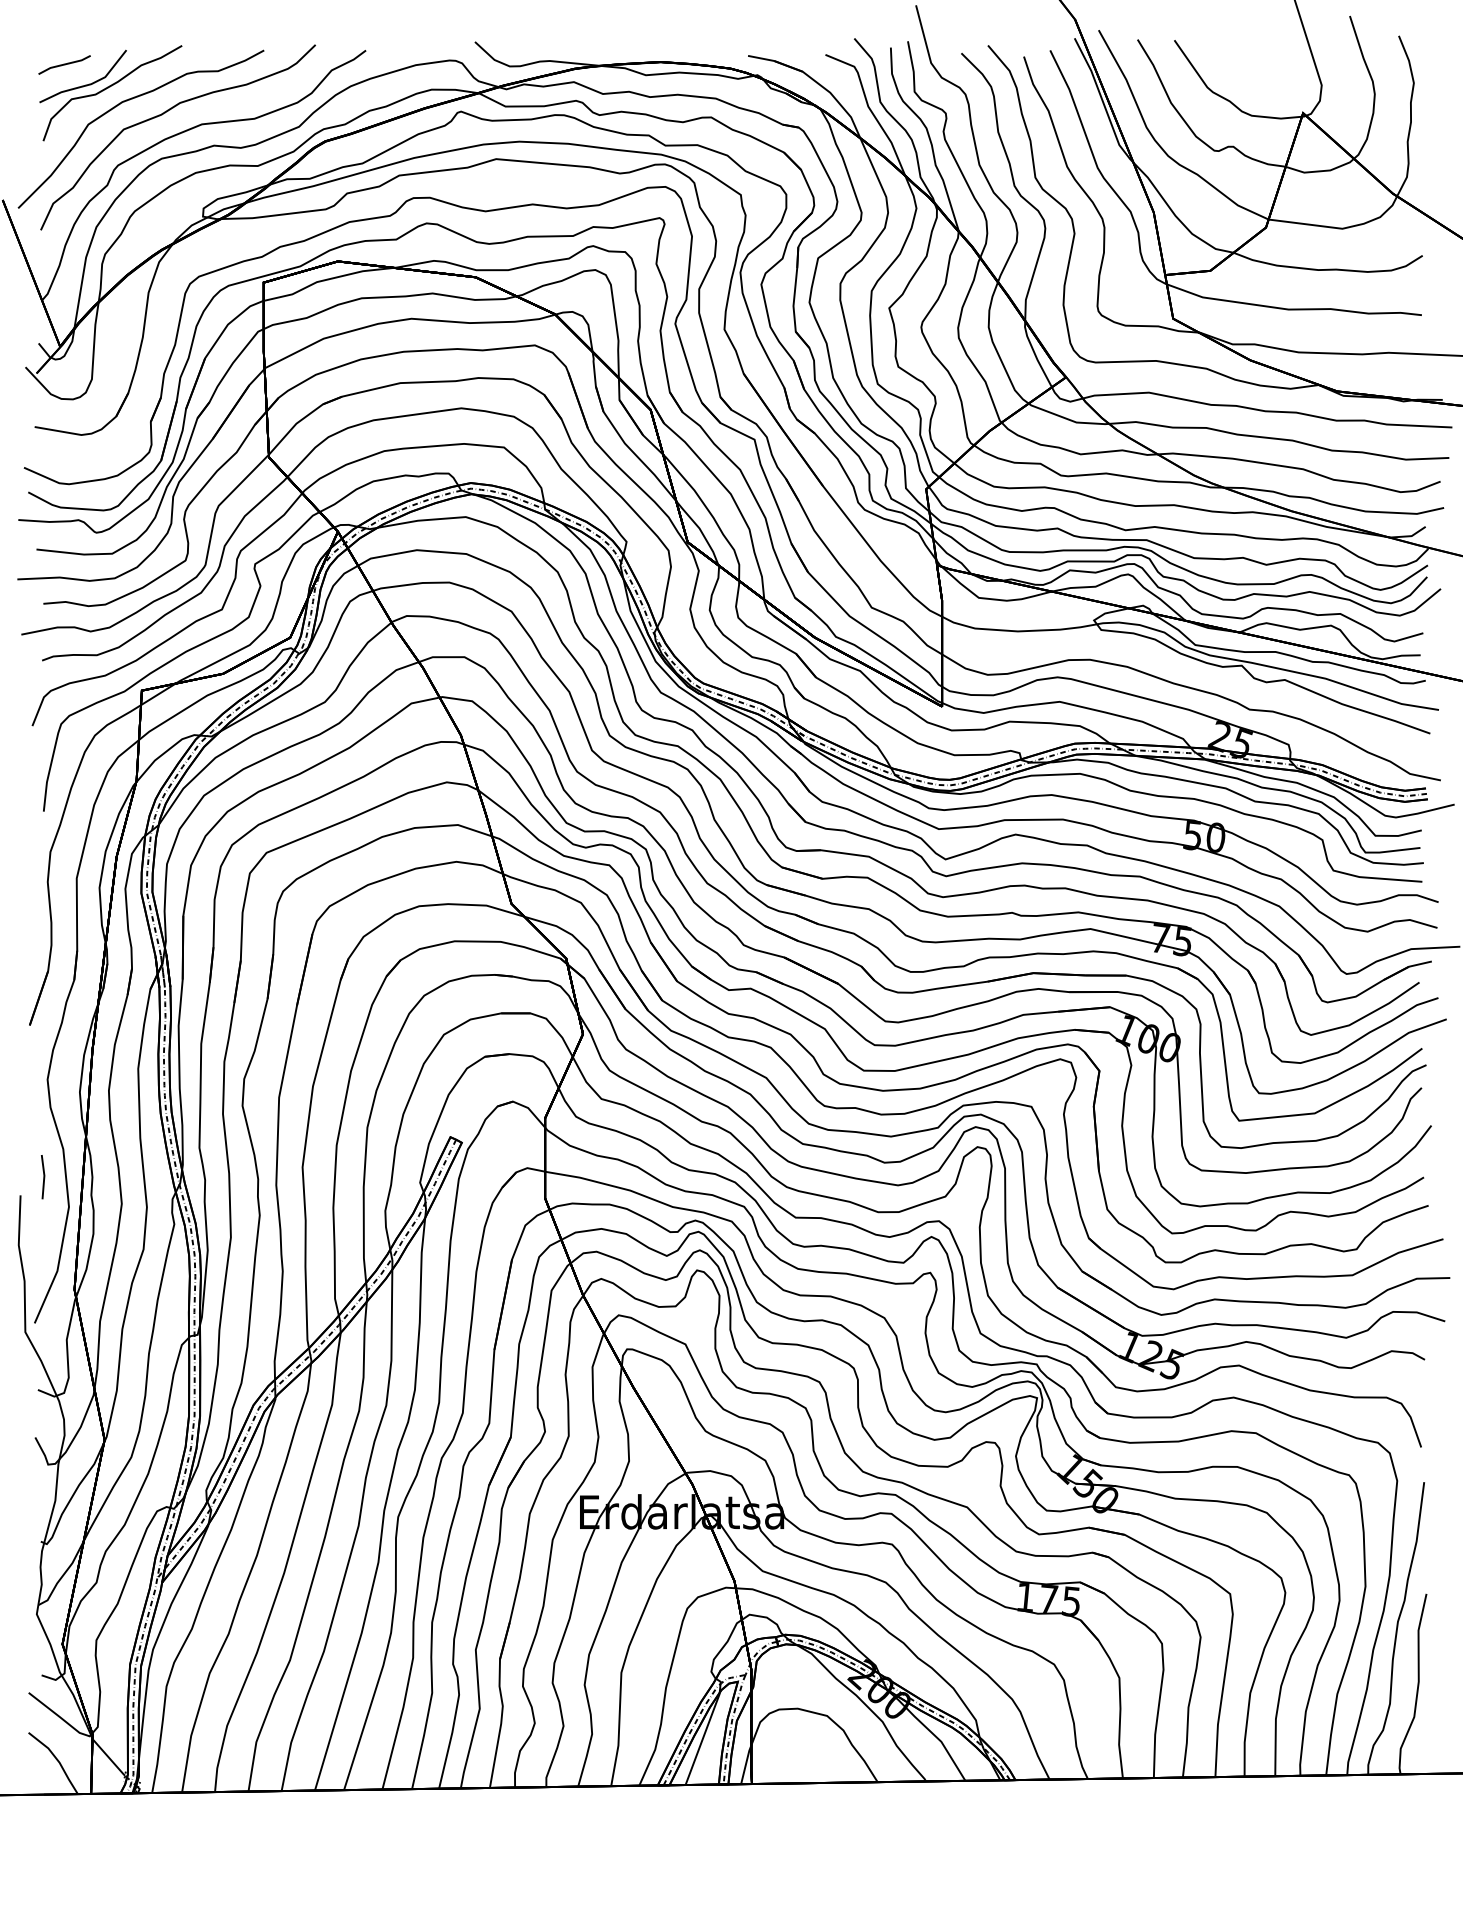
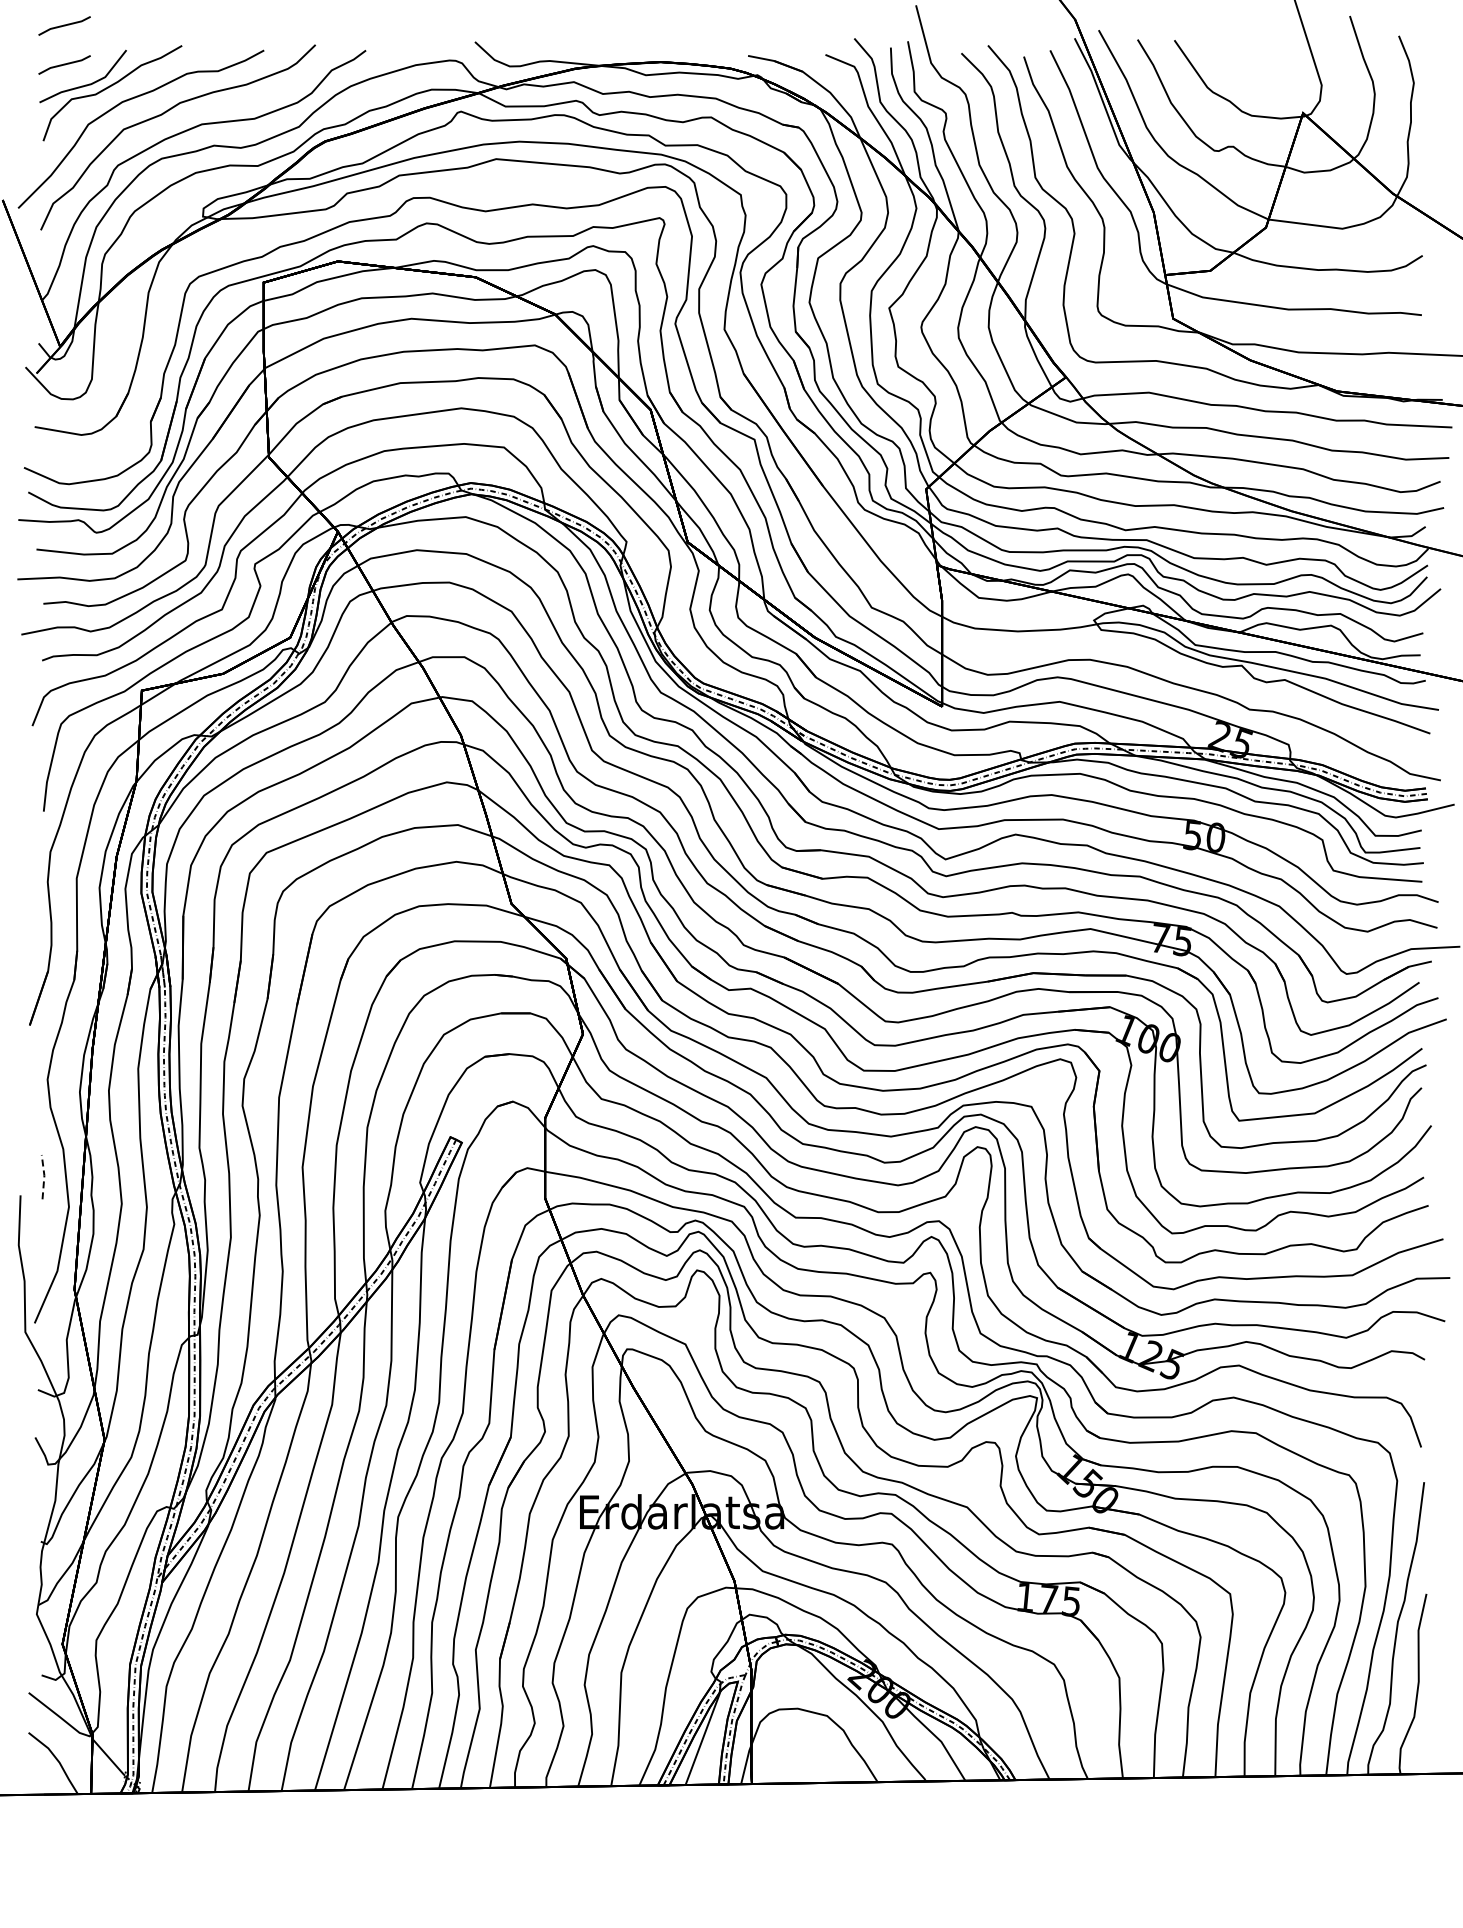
line at (64, 25): none -> present
line at (44, 1176): solid -> dashed
